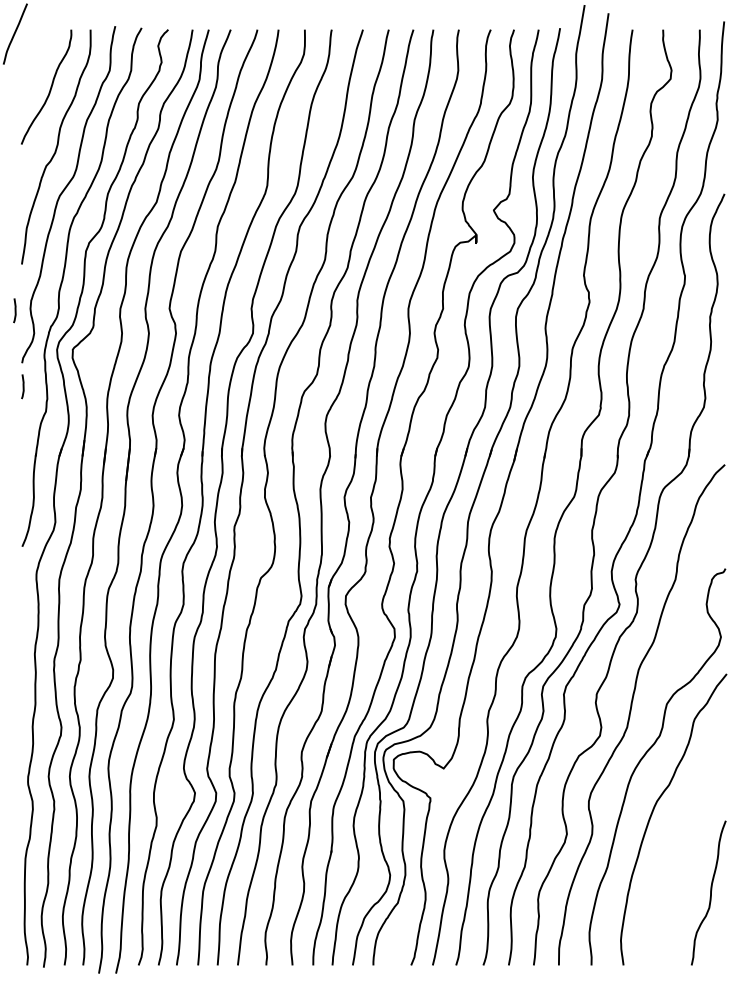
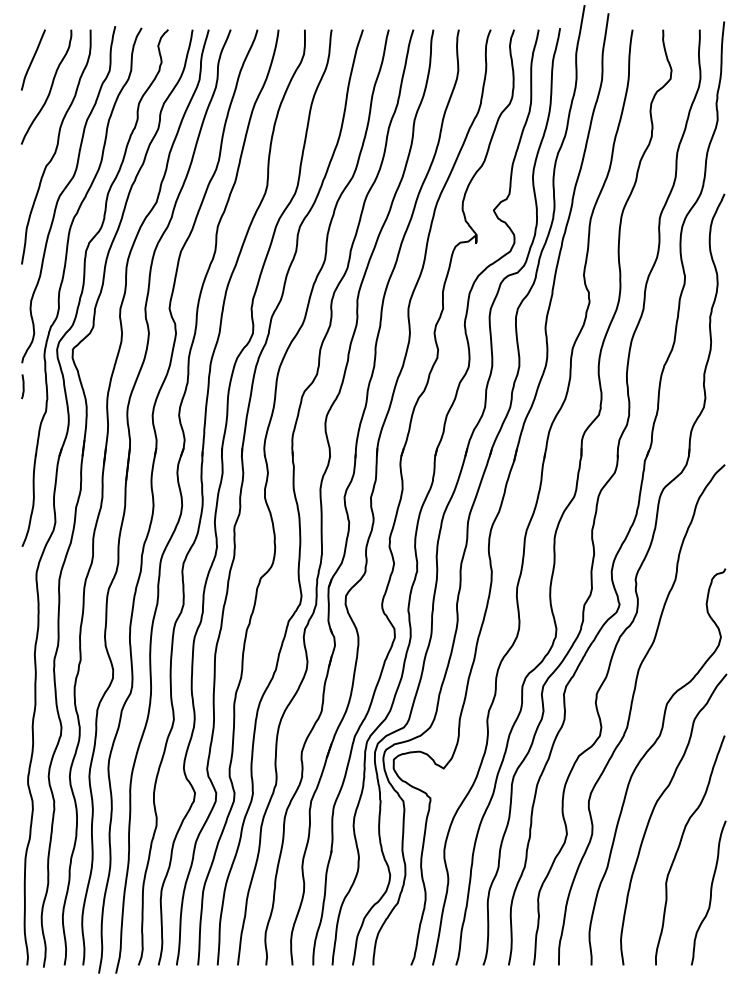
curve at (15, 33) position: (15, 33) -> (33, 59)
line at (14, 310): present -> none
curve at (680, 845): none -> present
